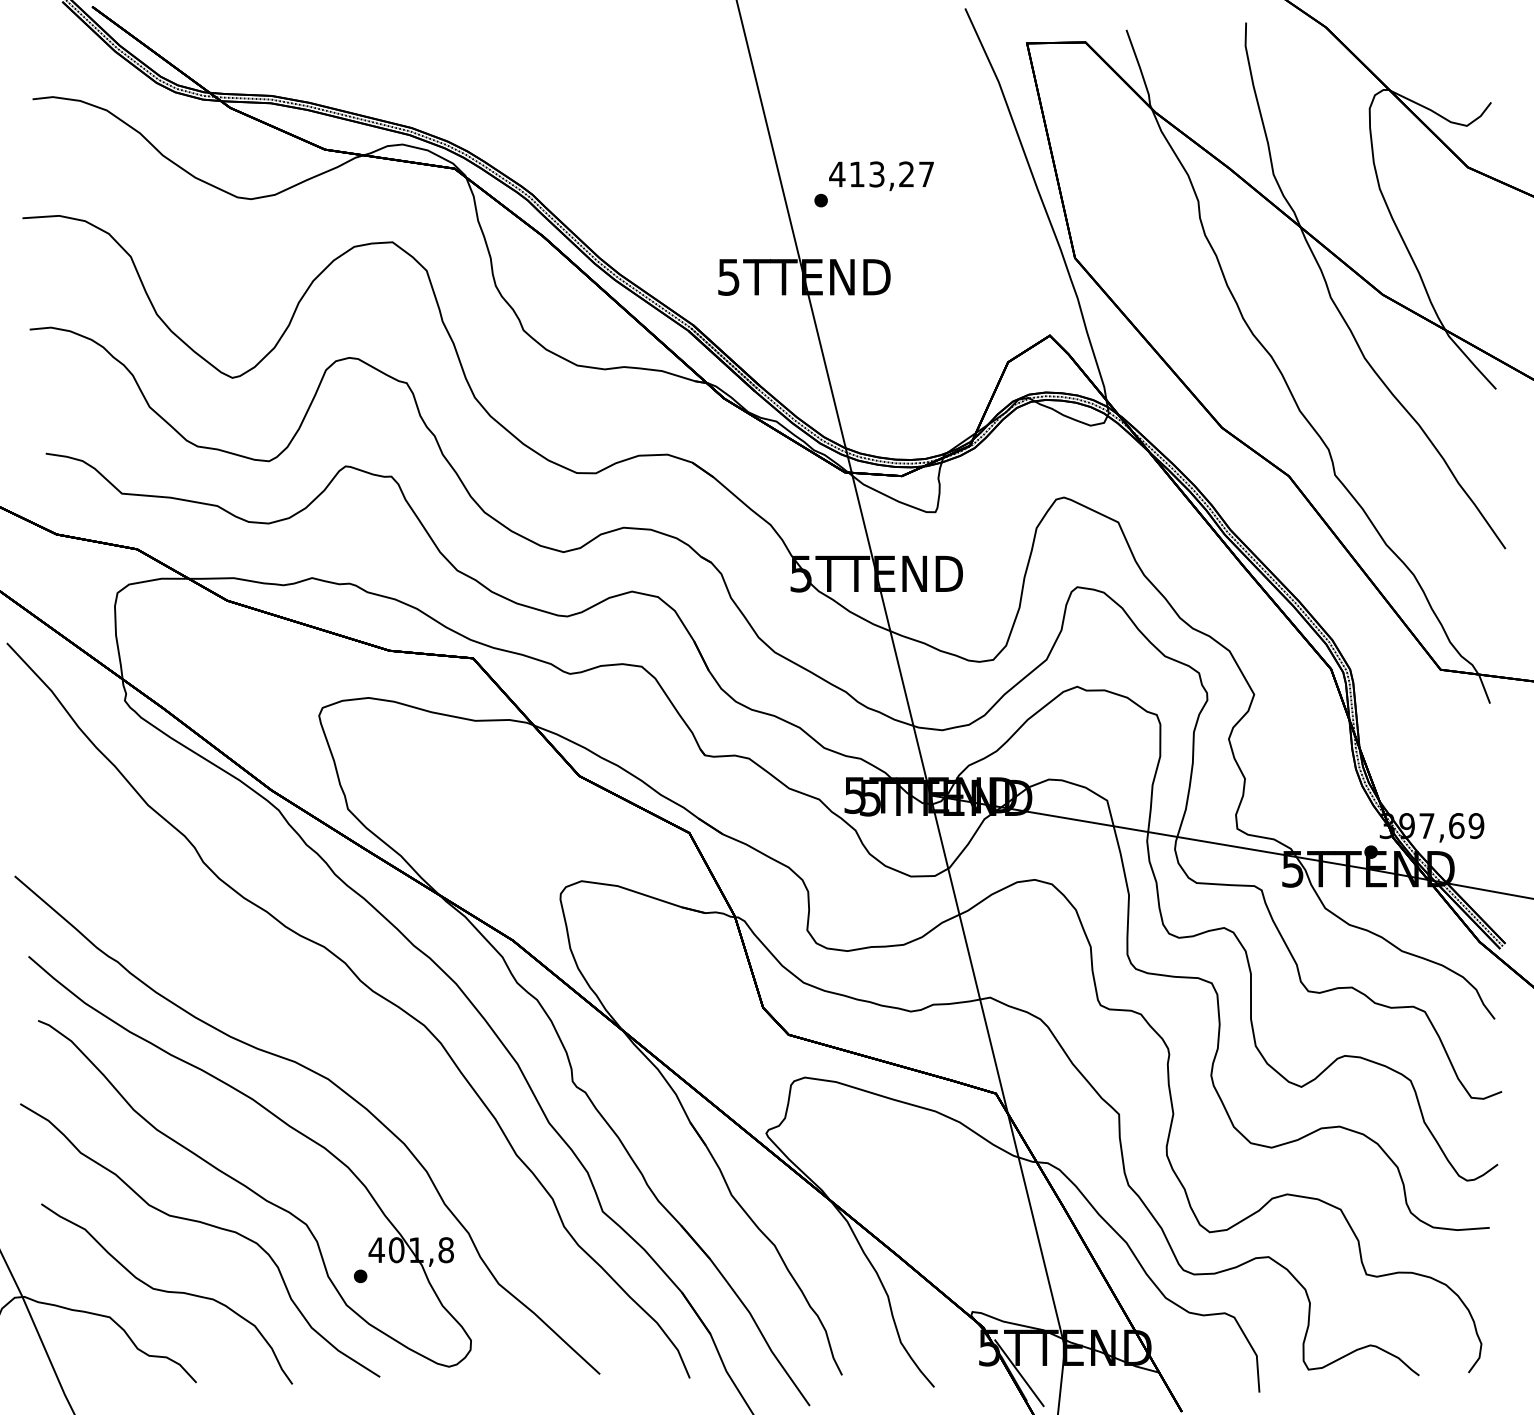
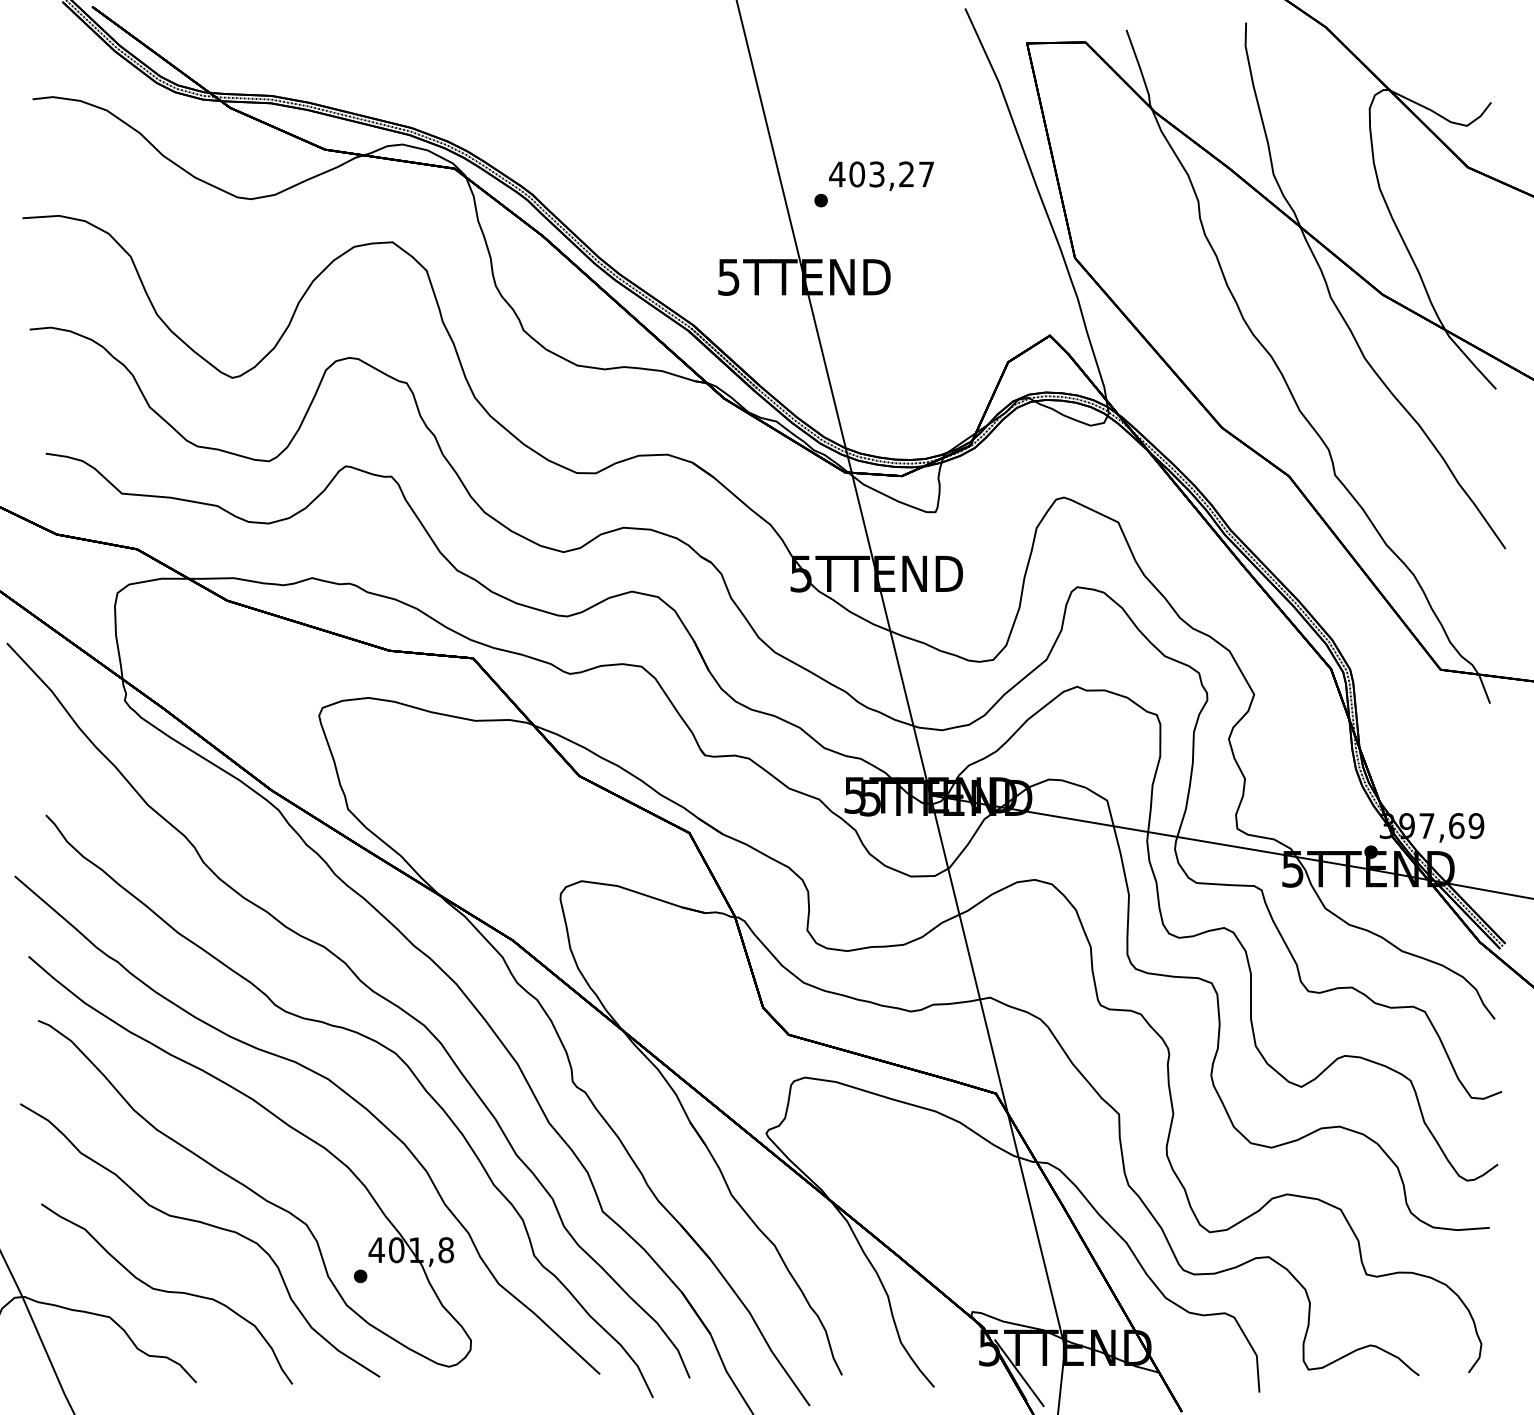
text at (857, 174): 413,27 -> 403,27
curve at (383, 1047): none -> present
